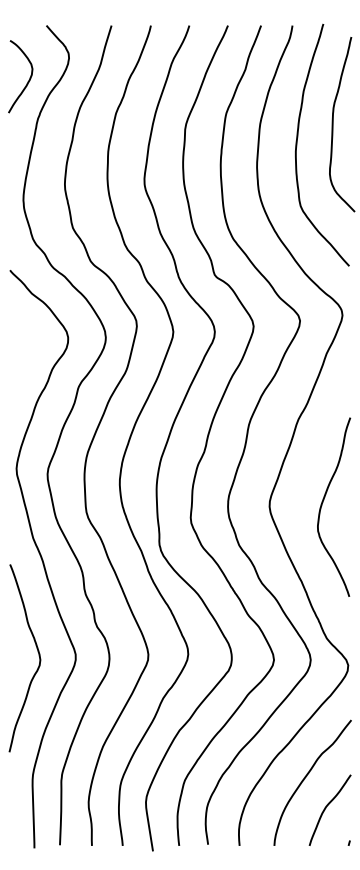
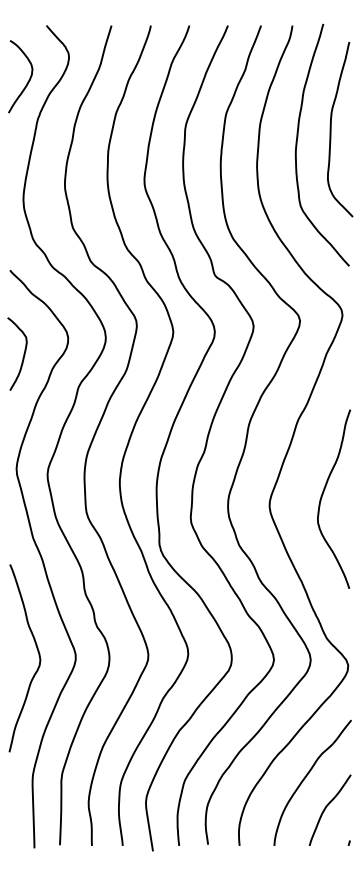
curve at (333, 124) position: (333, 124) -> (331, 129)
curve at (23, 353): none -> present
curve at (324, 500) position: (324, 500) -> (324, 492)
